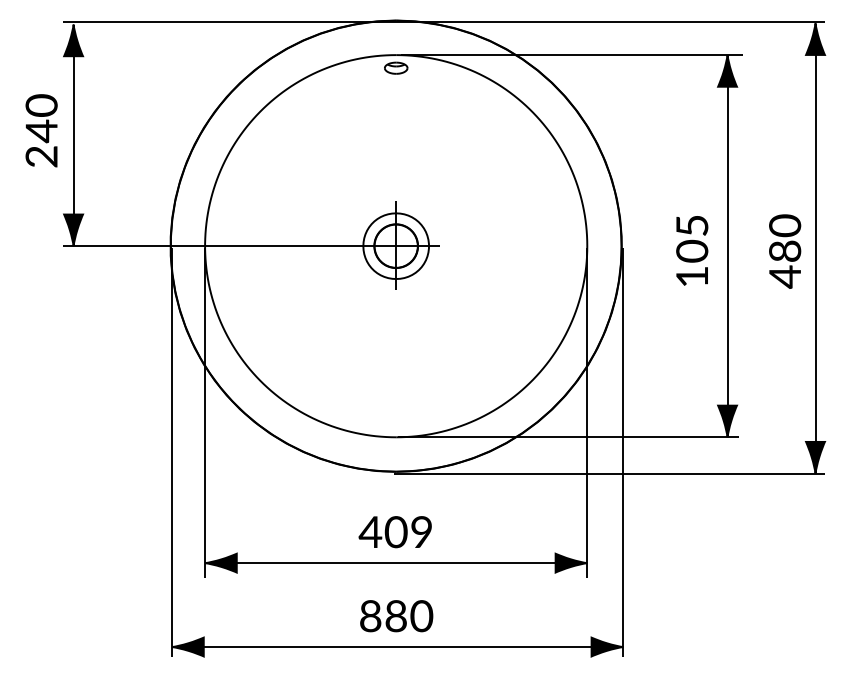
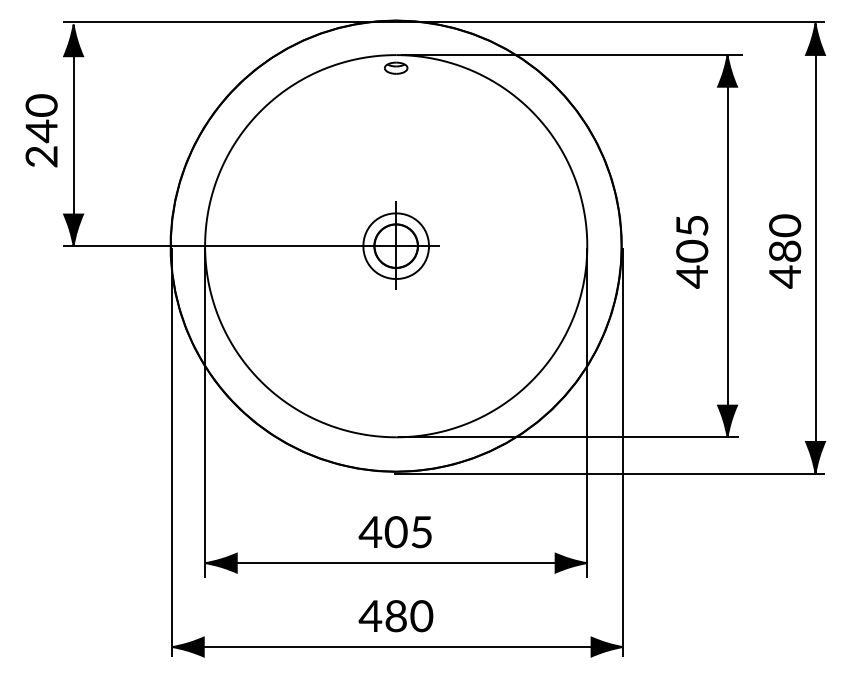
text at (691, 276): 105 -> 405
text at (421, 532): 409 -> 405
text at (370, 616): 880 -> 480
